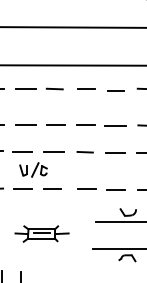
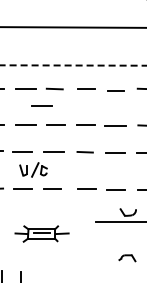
line at (74, 65): solid -> dashed
line at (41, 105): none -> present
line at (118, 249): present -> none
